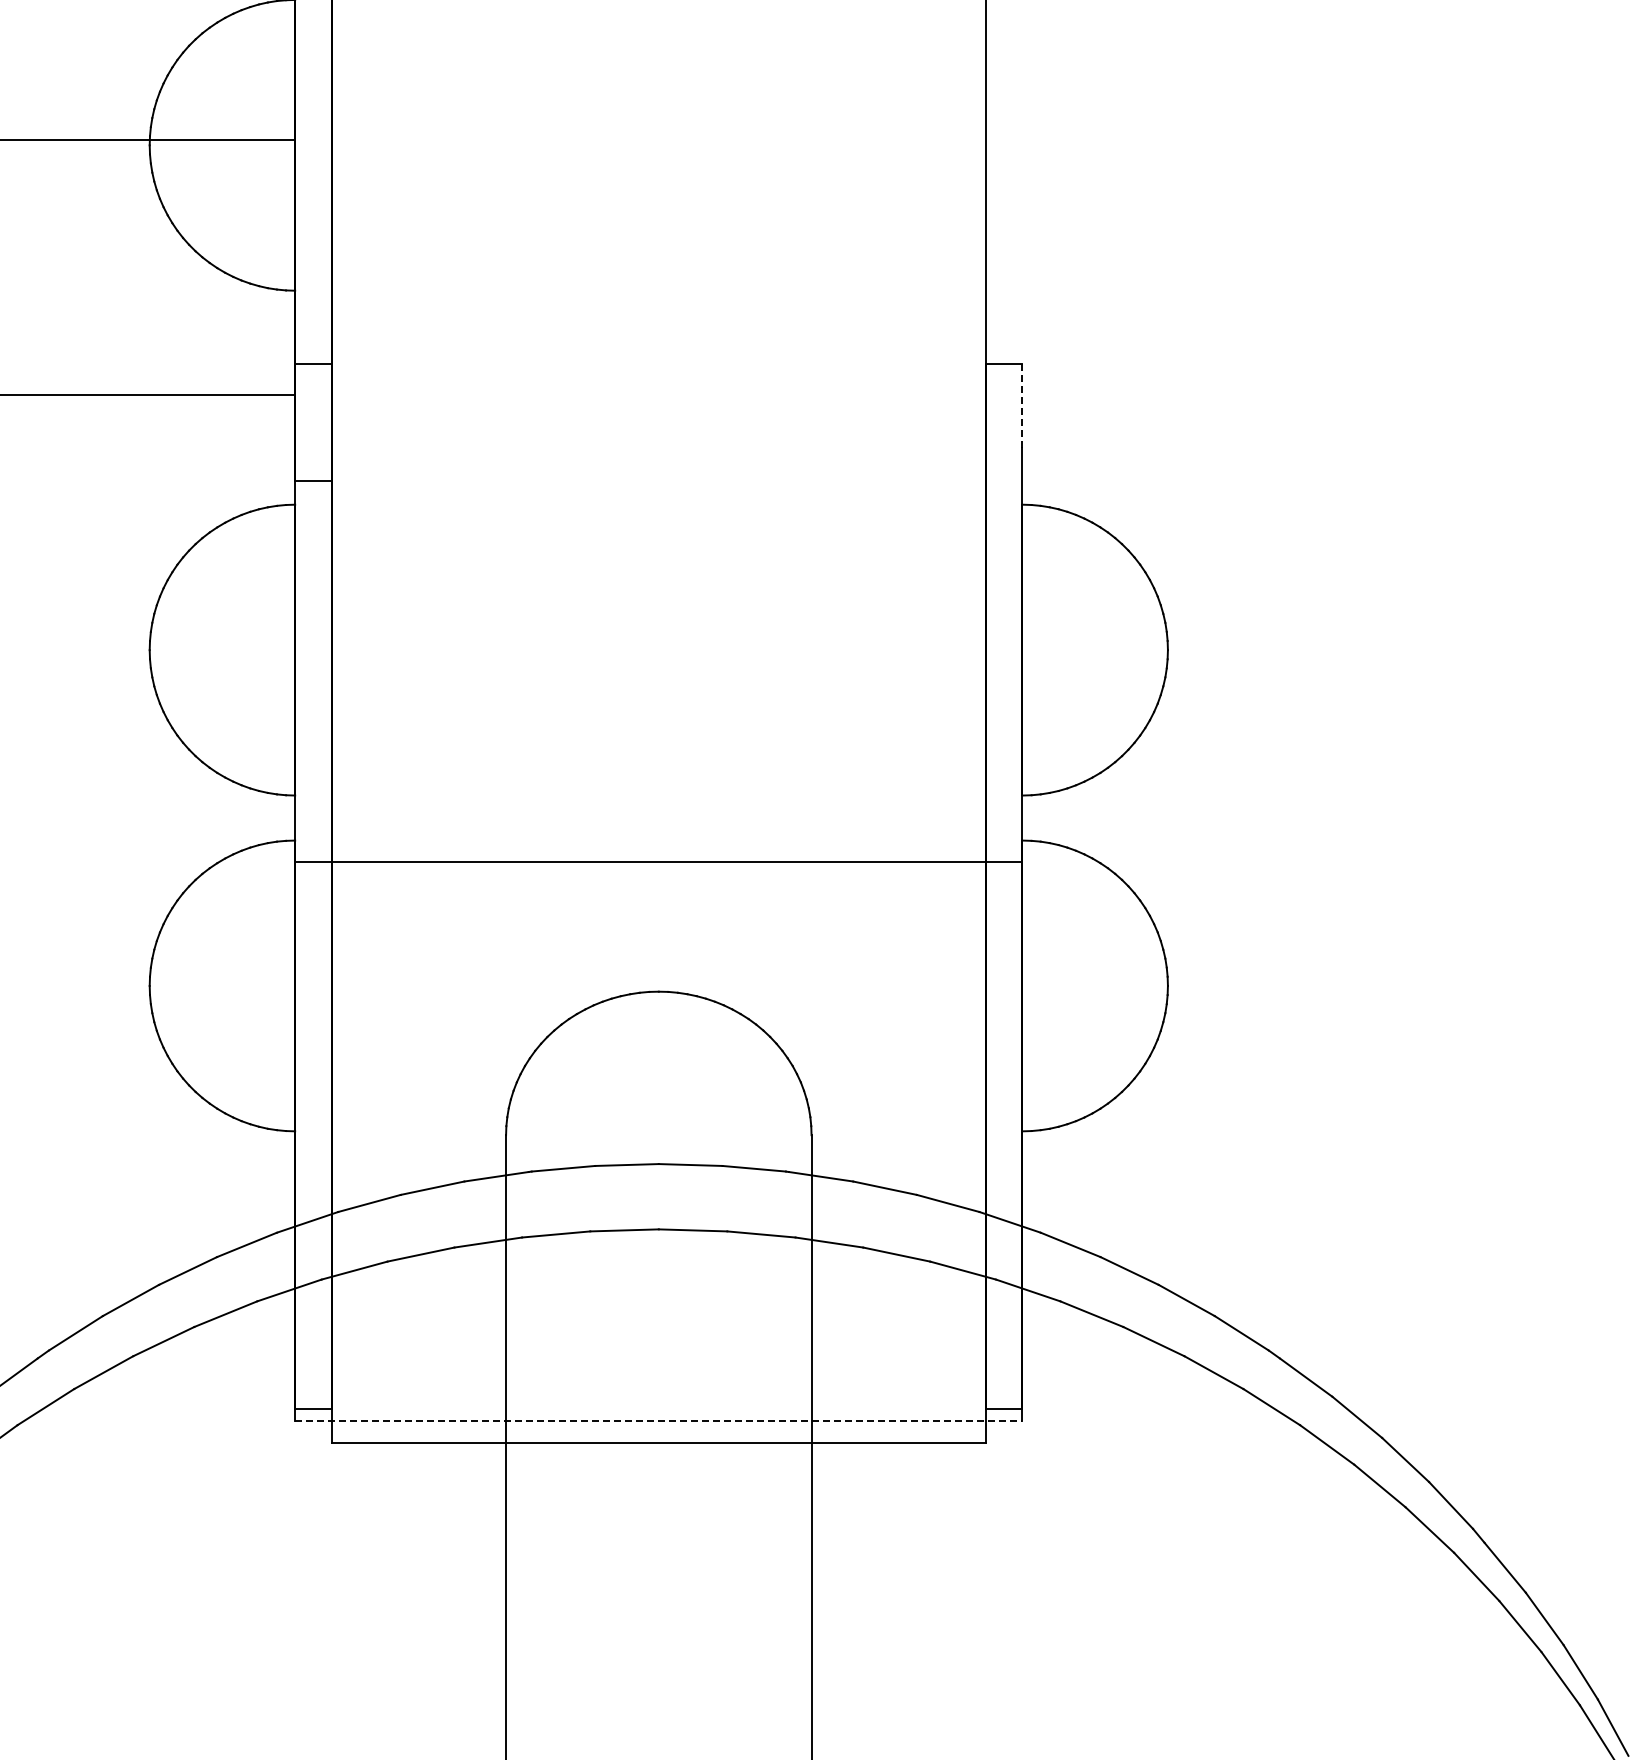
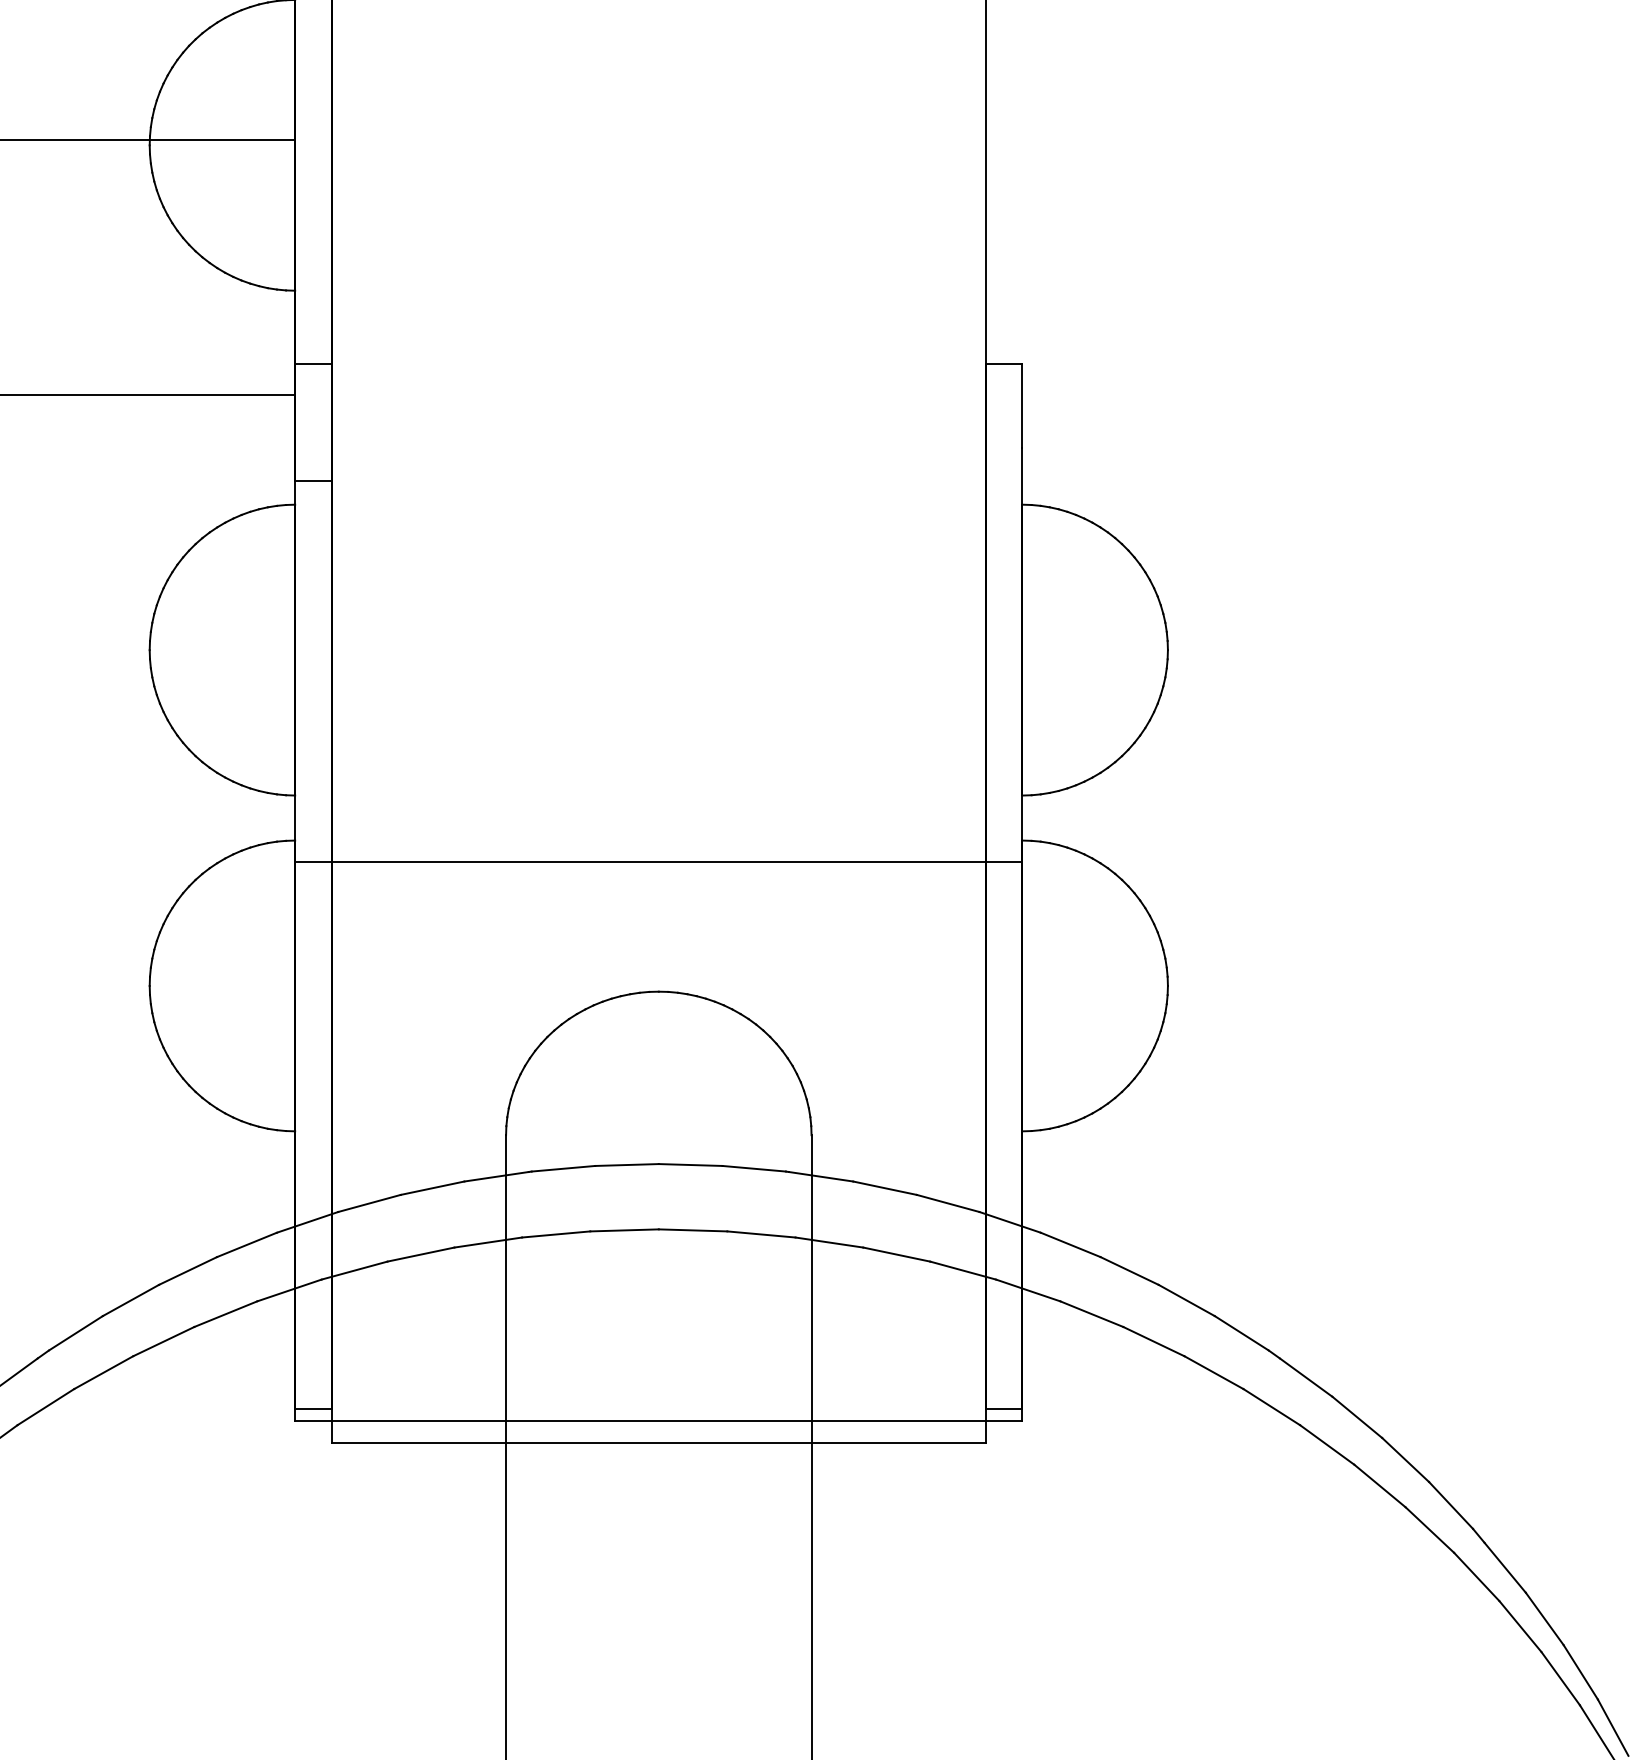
line at (1022, 406): dashed -> solid
line at (658, 1421): dashed -> solid
